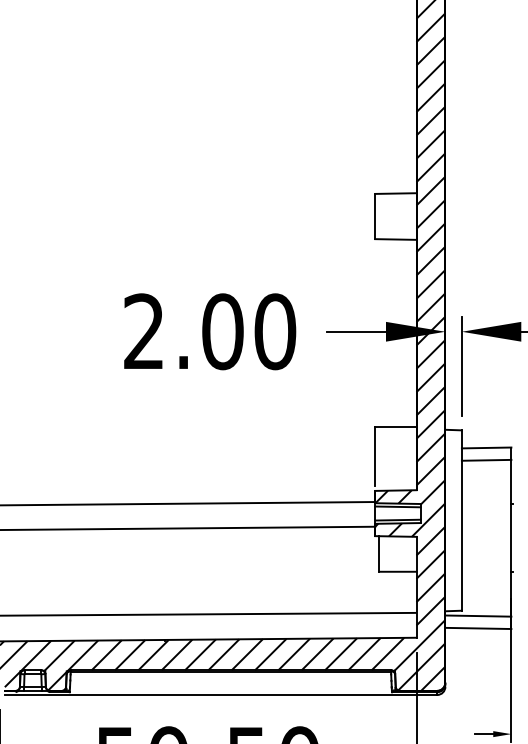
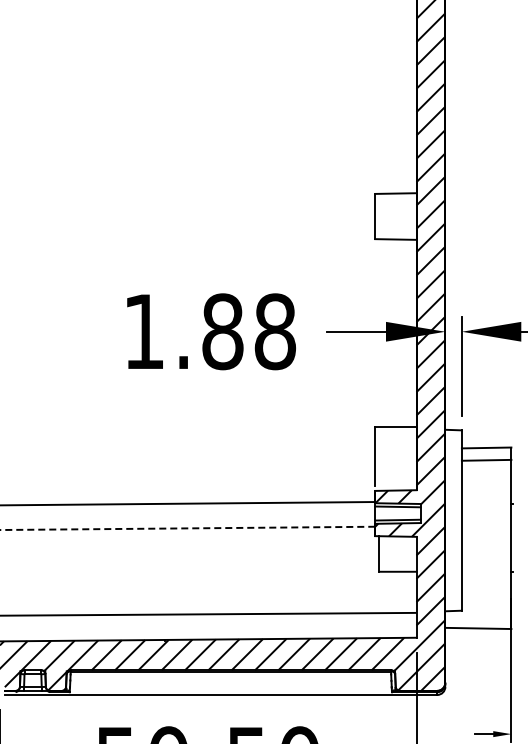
text at (210, 331): 2.00 -> 1.88
line at (187, 528): solid -> dashed
line at (478, 615): present -> none
